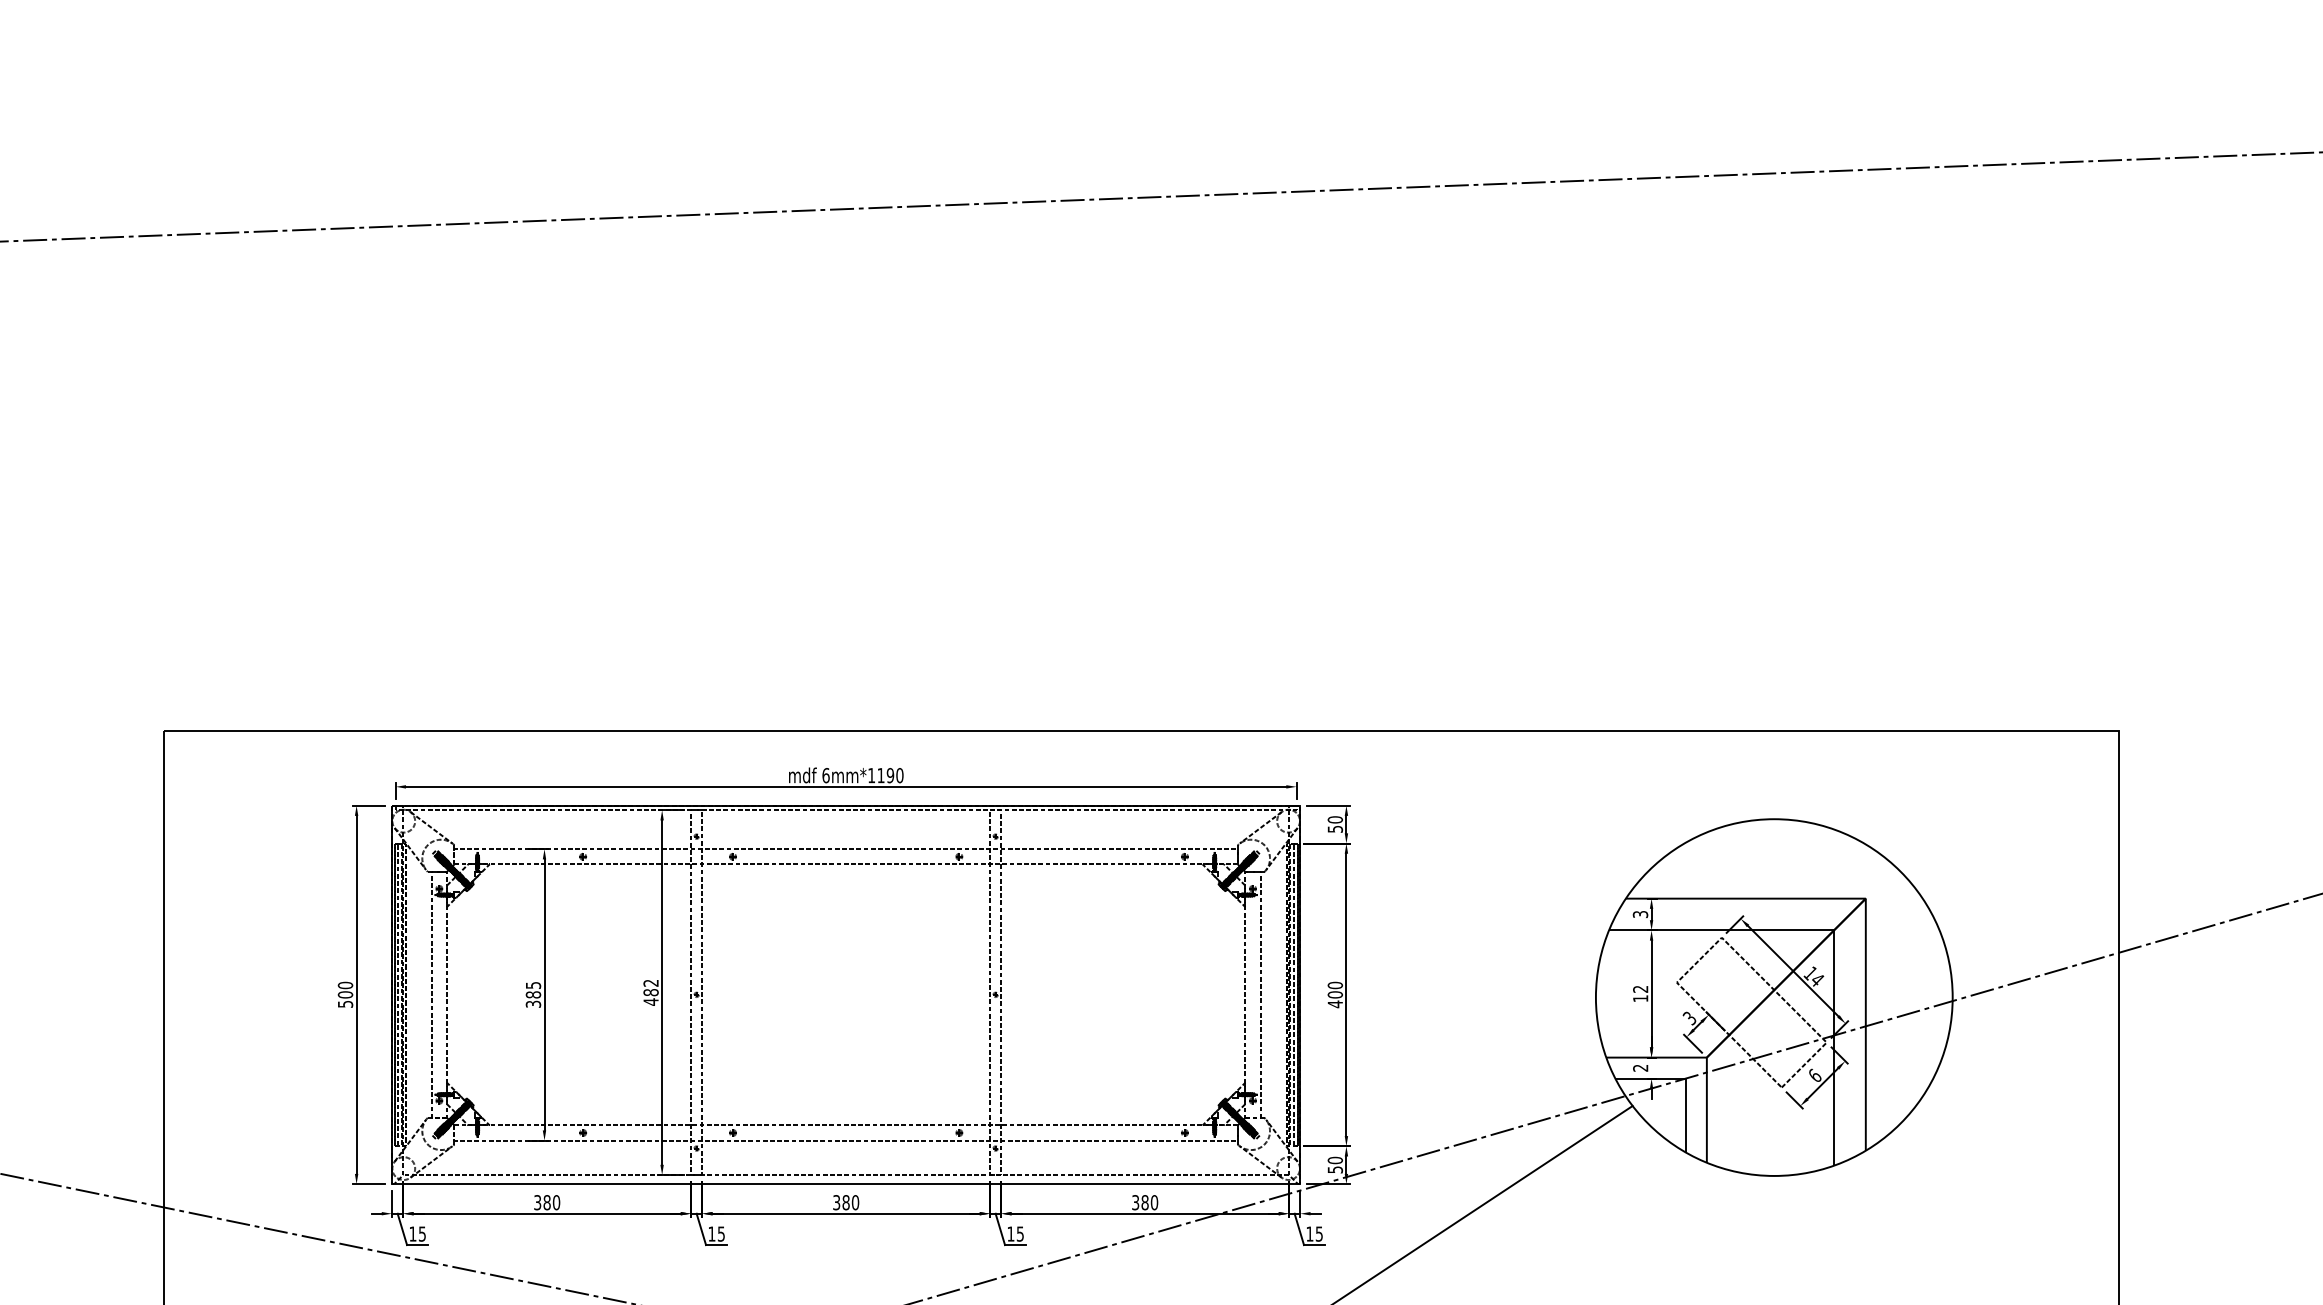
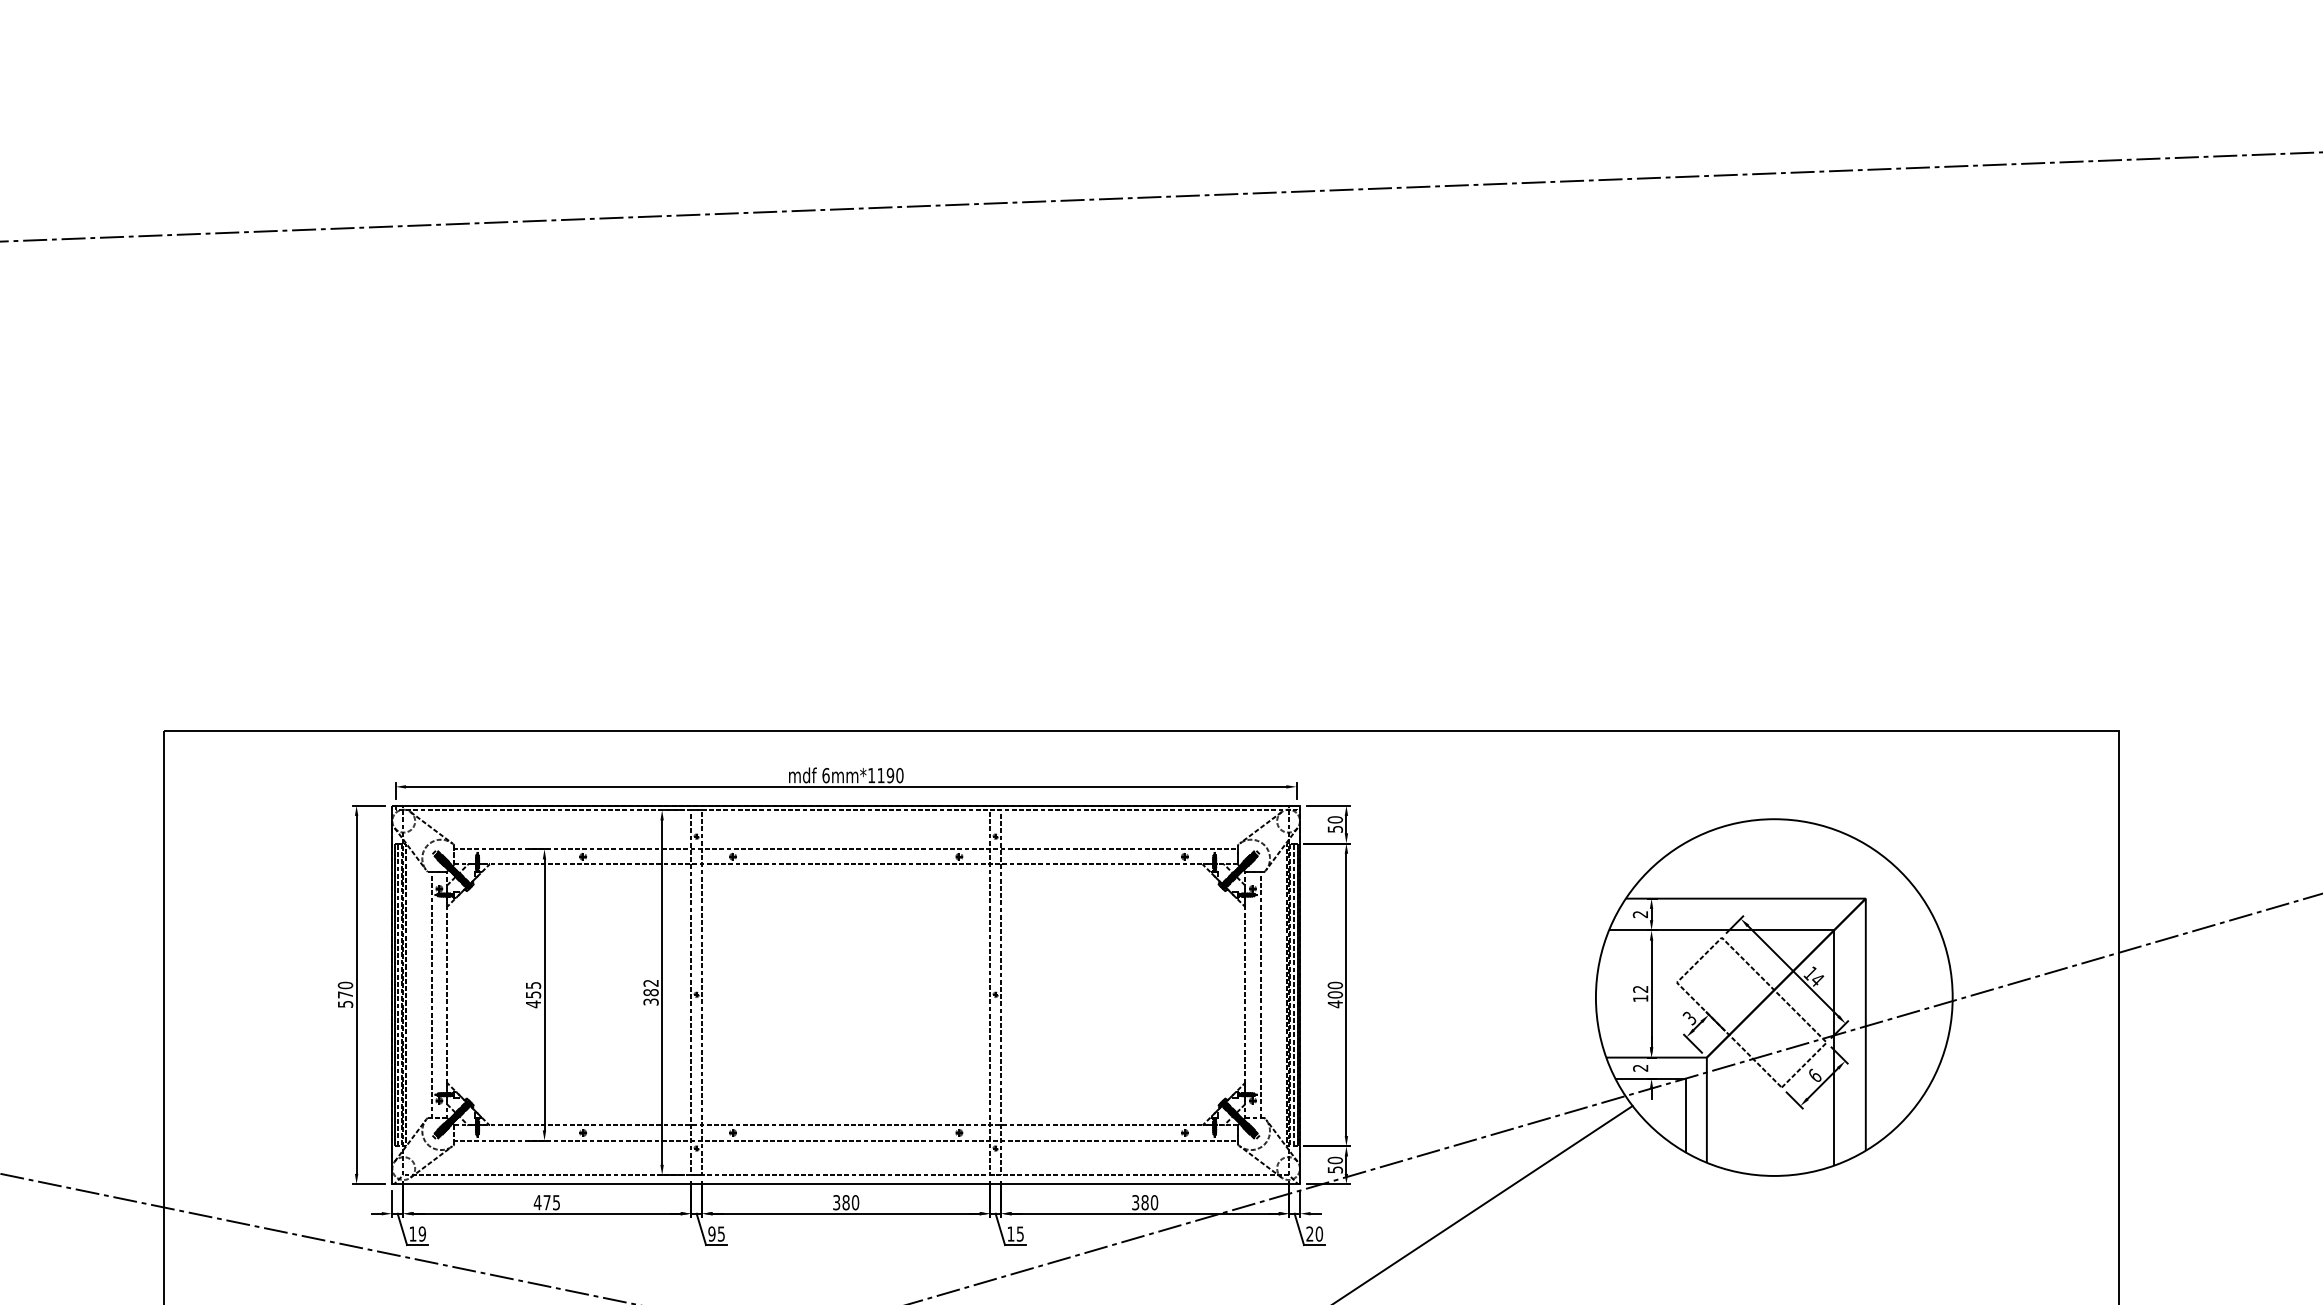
text at (1640, 914): 3 -> 2
text at (345, 994): 500 -> 570
text at (533, 999): 385 -> 455
text at (650, 1001): 482 -> 382
text at (546, 1202): 380 -> 475
text at (422, 1233): 15 -> 19
text at (711, 1233): 15 -> 95
text at (1314, 1233): 15 -> 20
